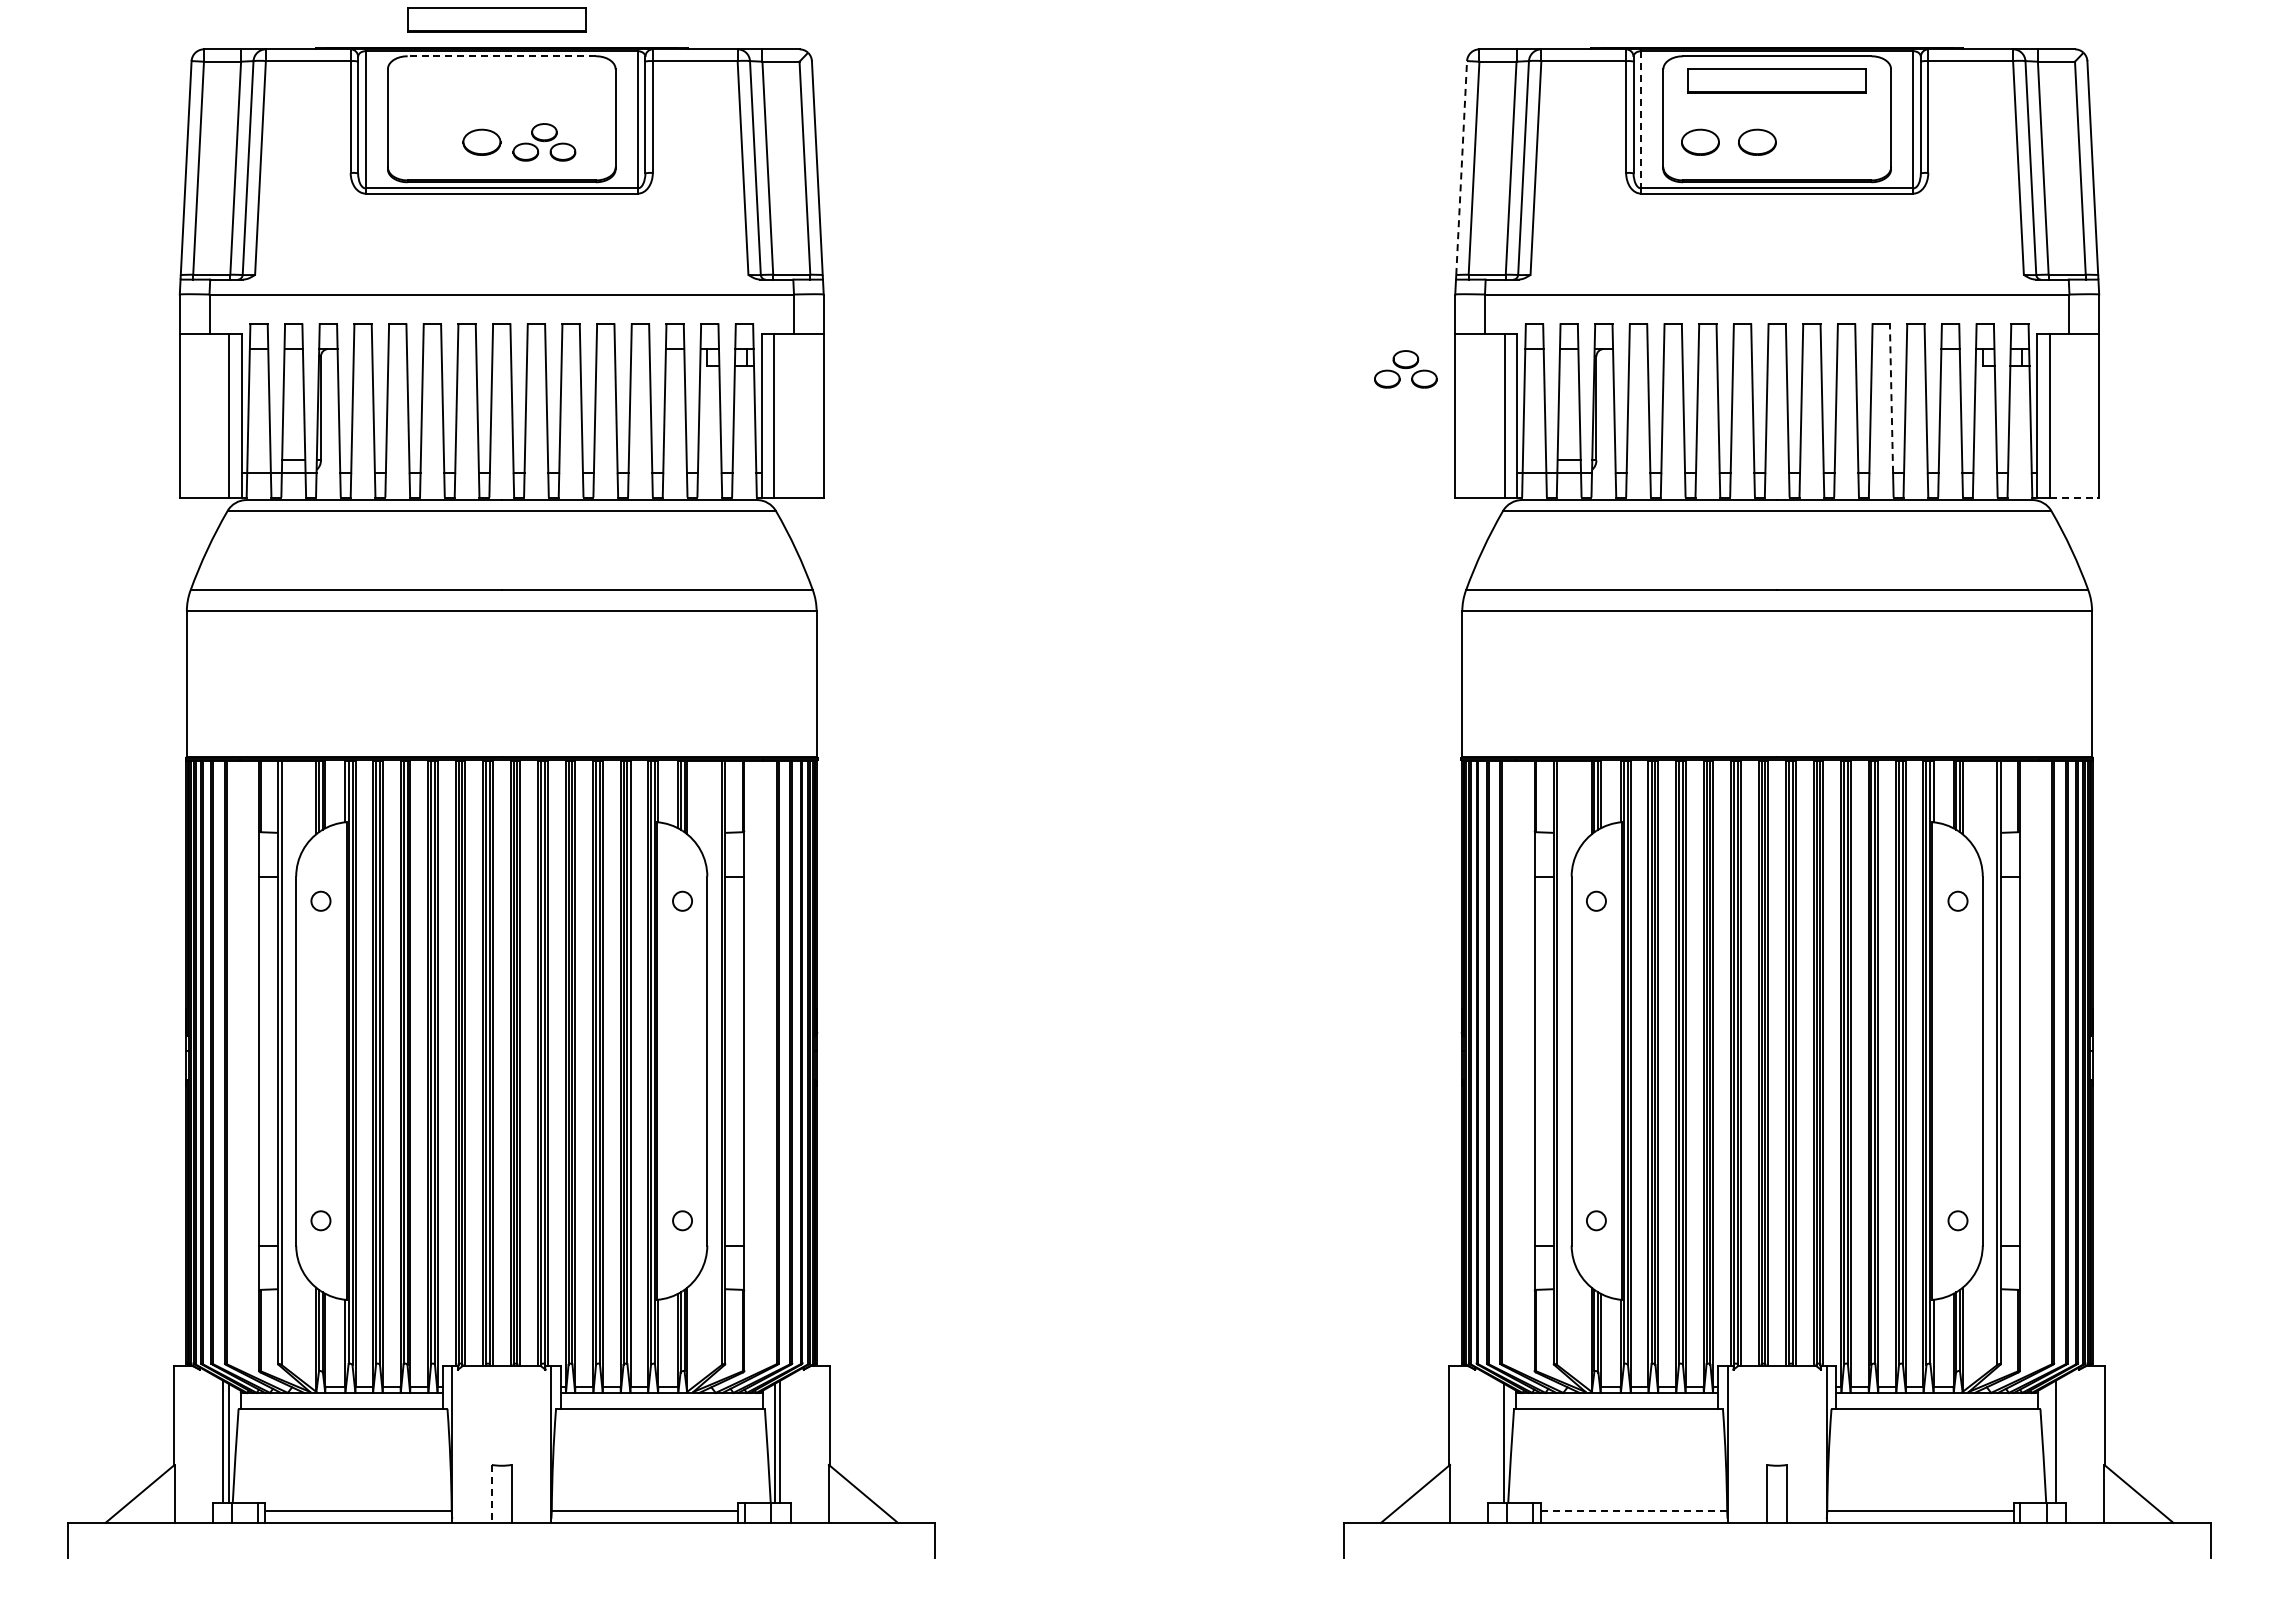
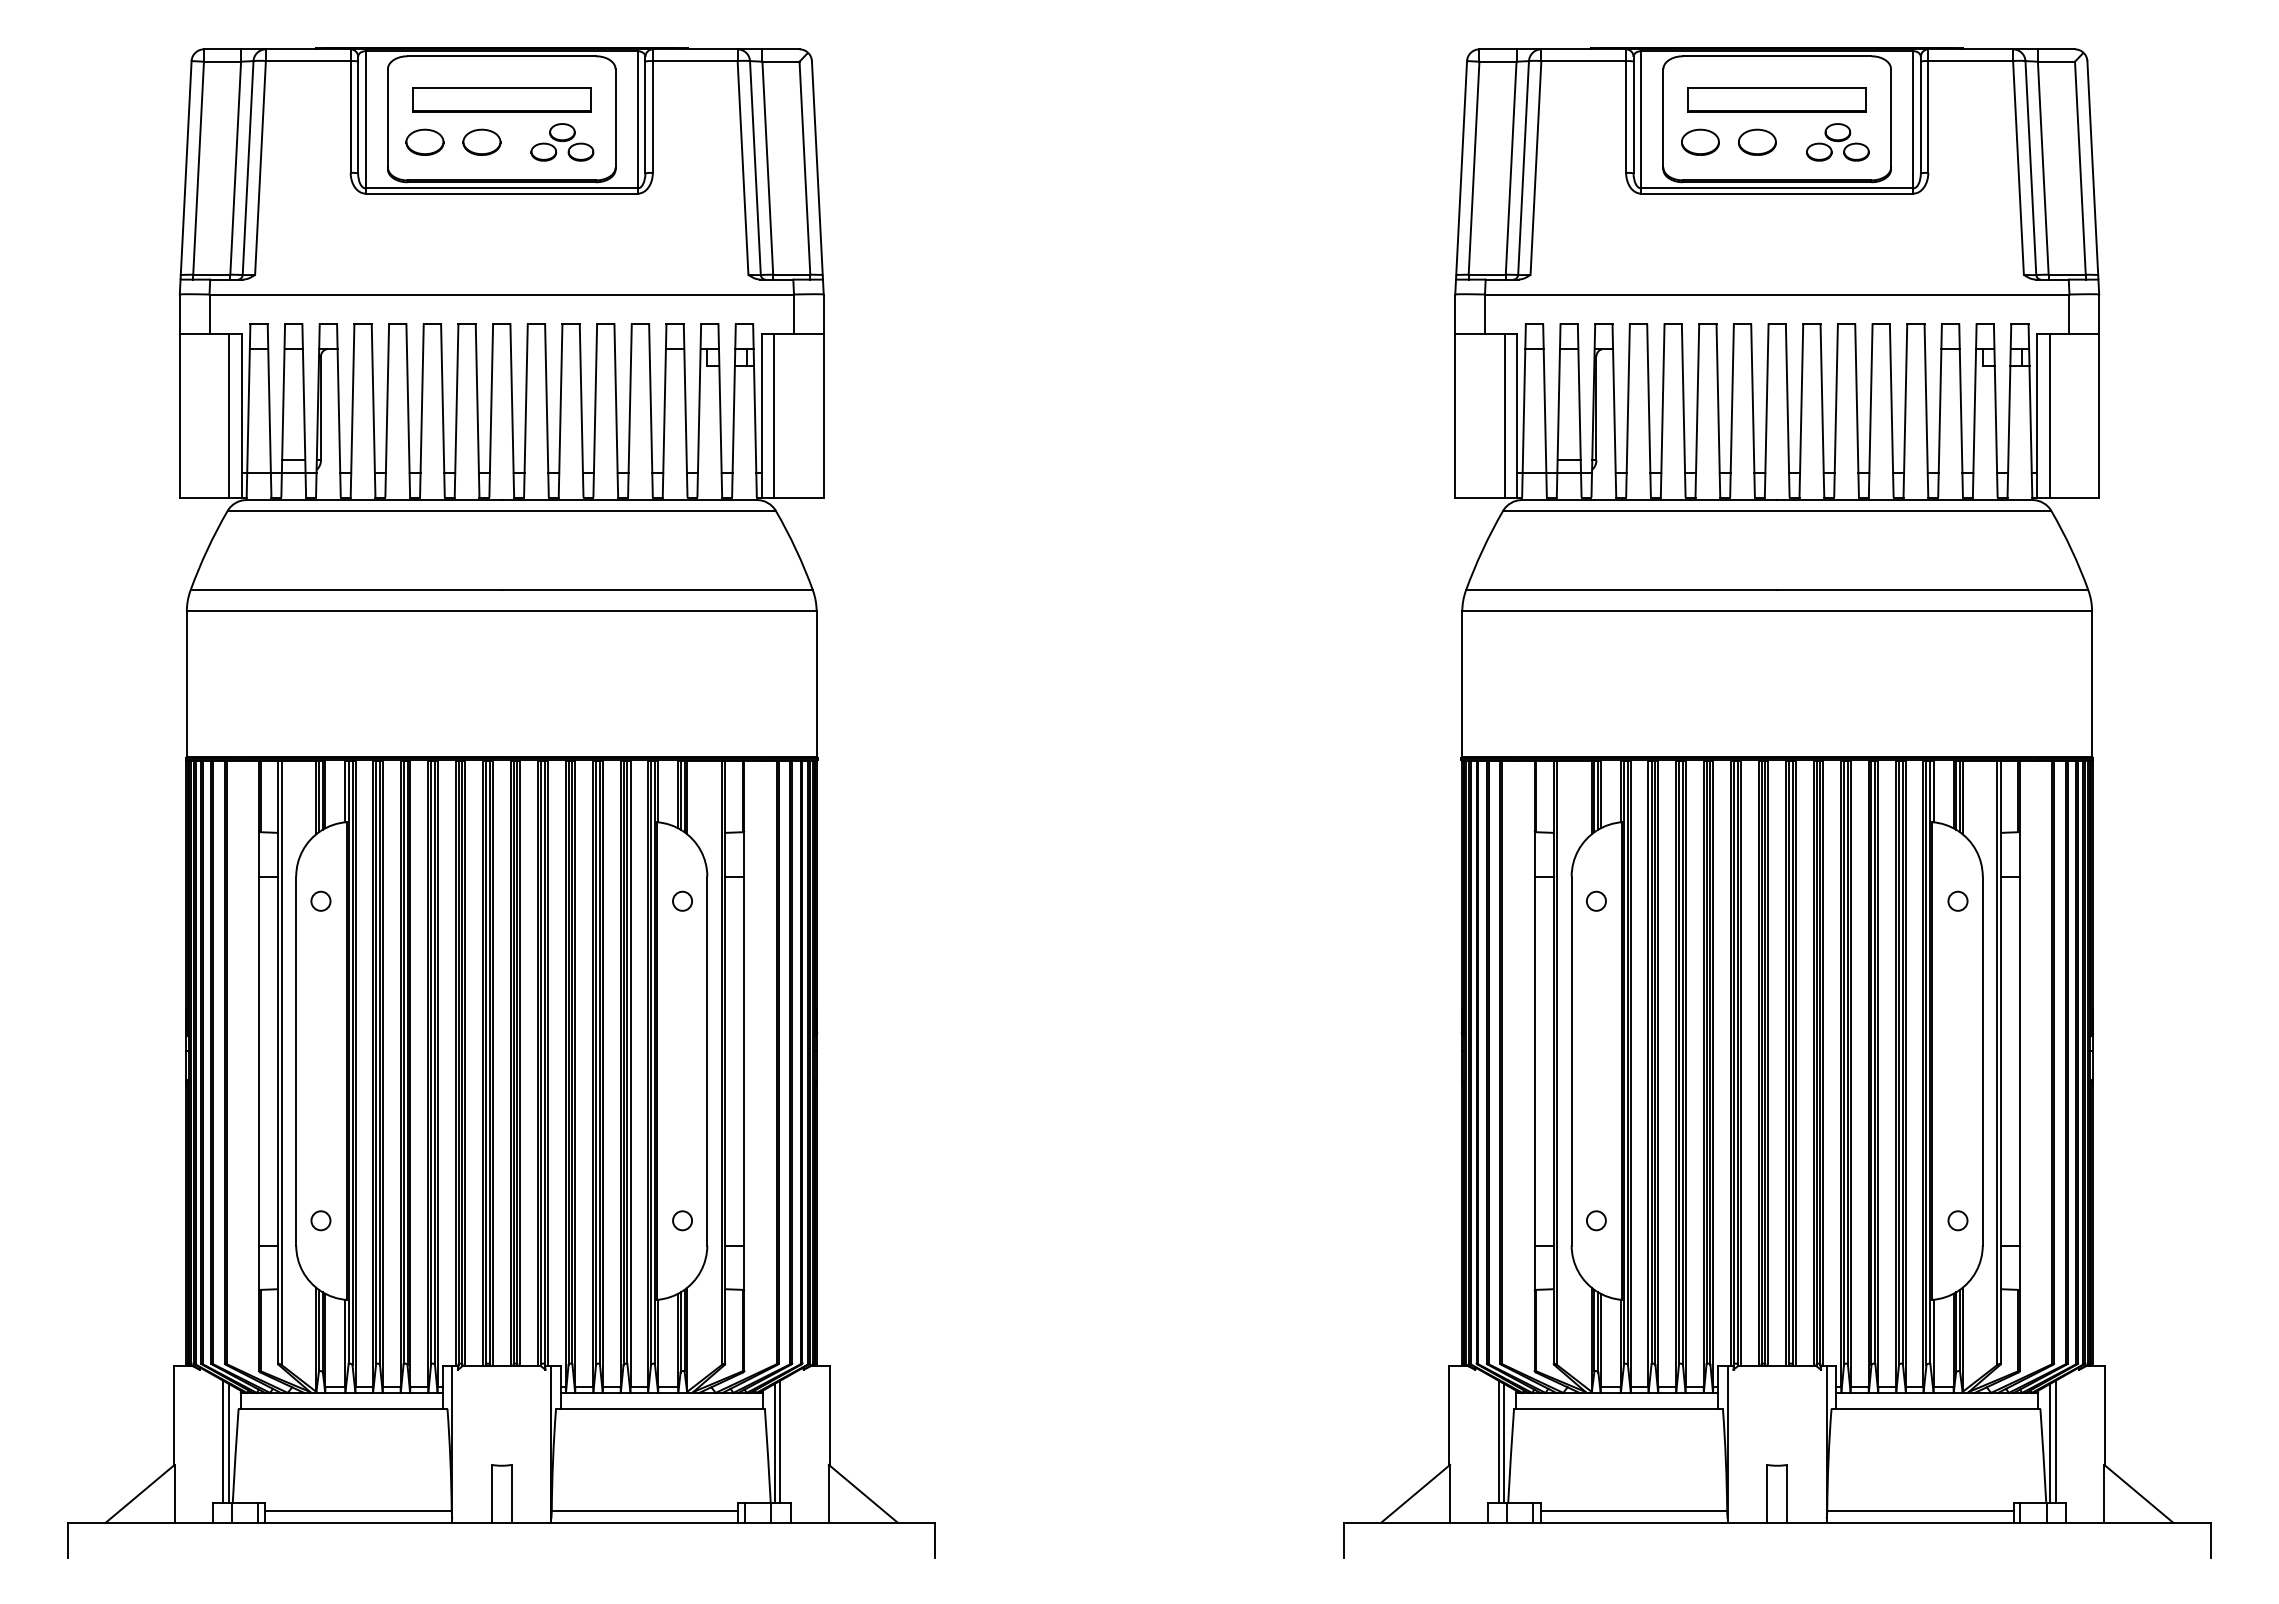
part at (496, 19) position: (496, 19) -> (501, 99)
line at (501, 56): dashed -> solid
part at (1776, 80) position: (1776, 80) -> (1776, 99)
line at (1641, 119): dashed -> solid
part at (424, 141): none -> present
part at (544, 142) position: (544, 142) -> (562, 142)
line at (1461, 167): dashed -> solid
part at (1405, 369) position: (1405, 369) -> (1837, 142)
line at (1891, 398): dashed -> solid
line at (2074, 497): dashed -> solid
line at (1498, 1441): none -> present
line at (2050, 1443): none -> present
line at (491, 1494): dashed -> solid
line at (1634, 1511): dashed -> solid
